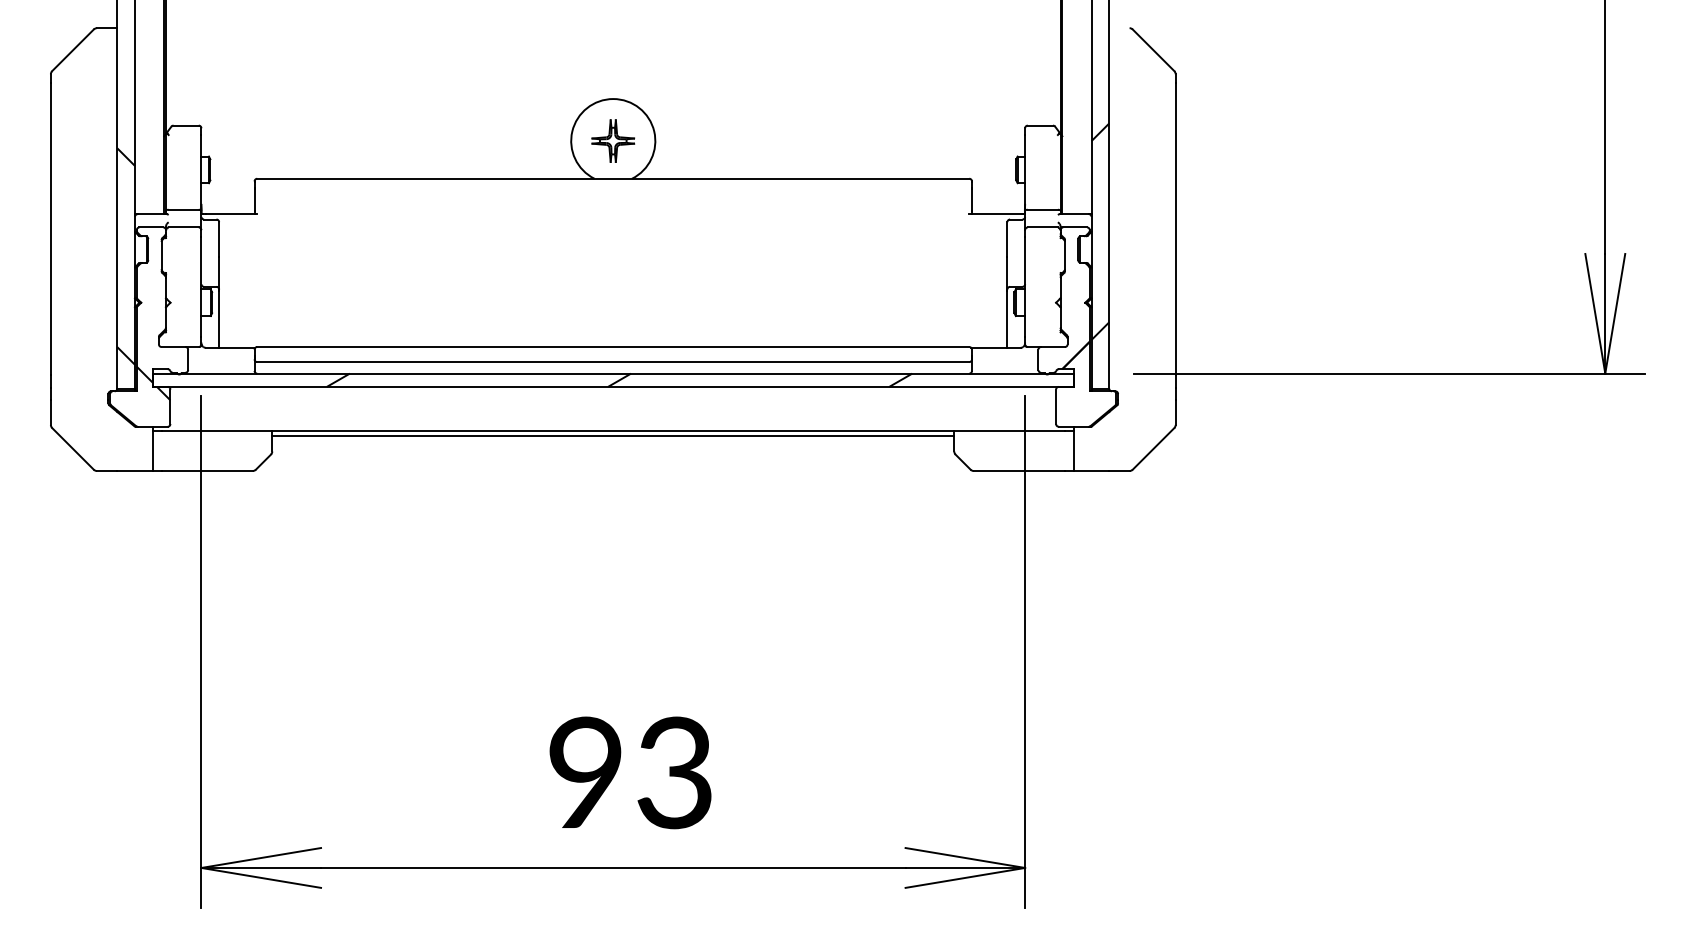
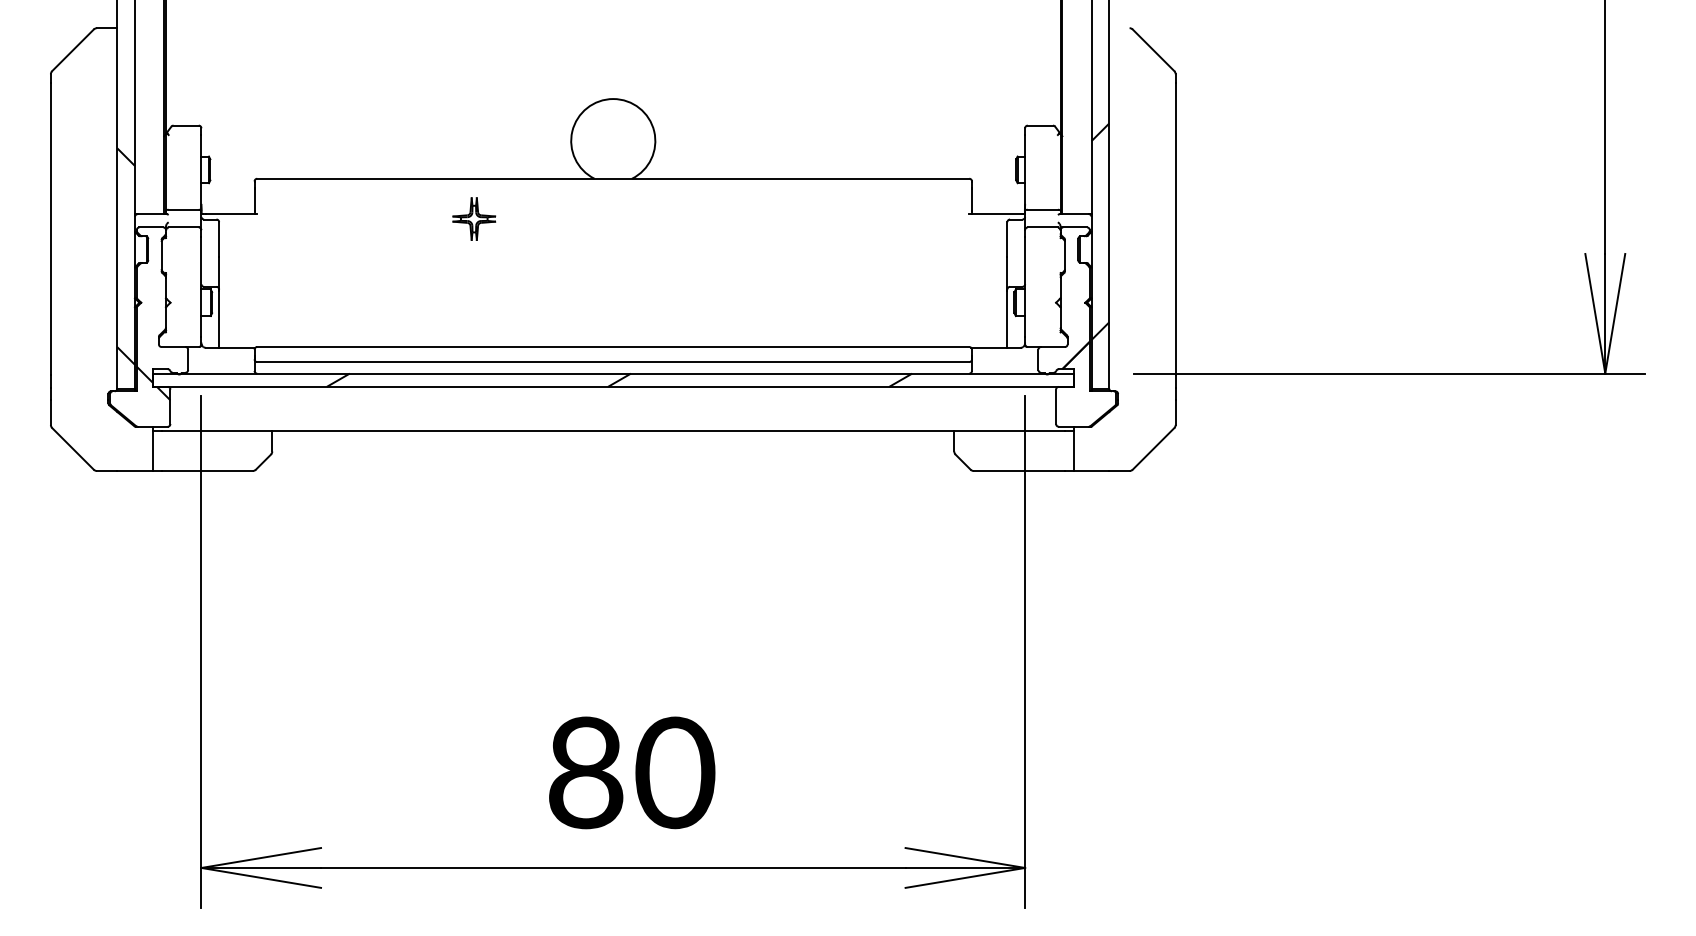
part at (613, 140) position: (613, 140) -> (474, 218)
line at (613, 435): present -> none
text at (632, 772): 93 -> 80
